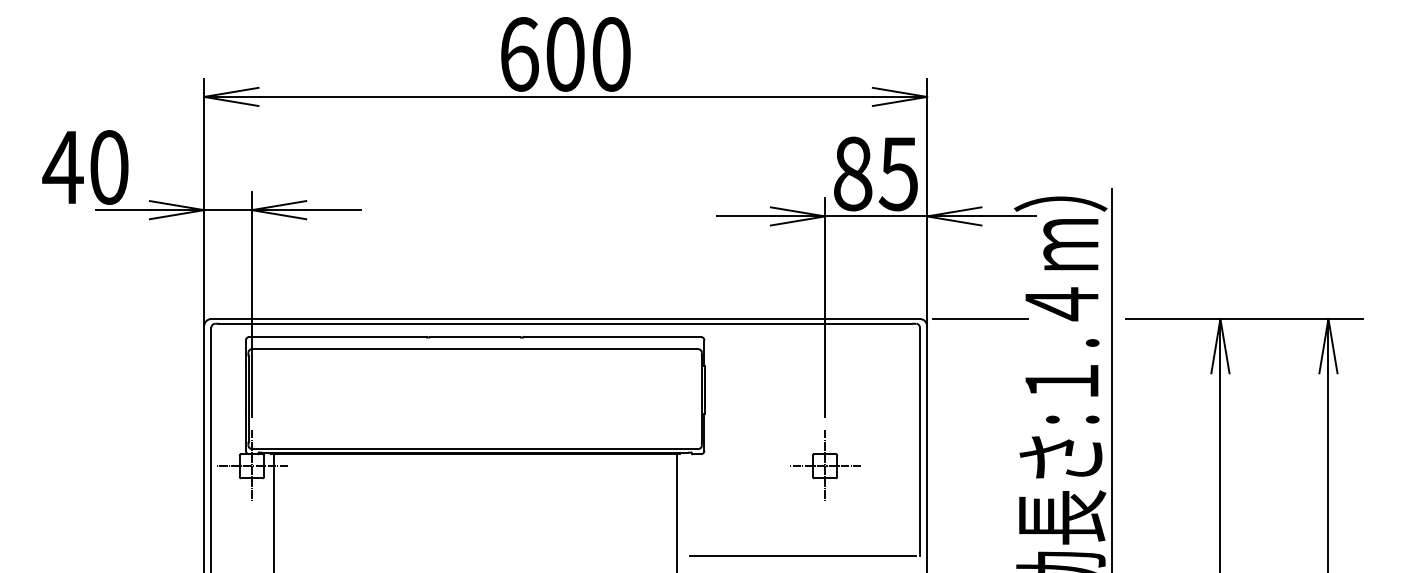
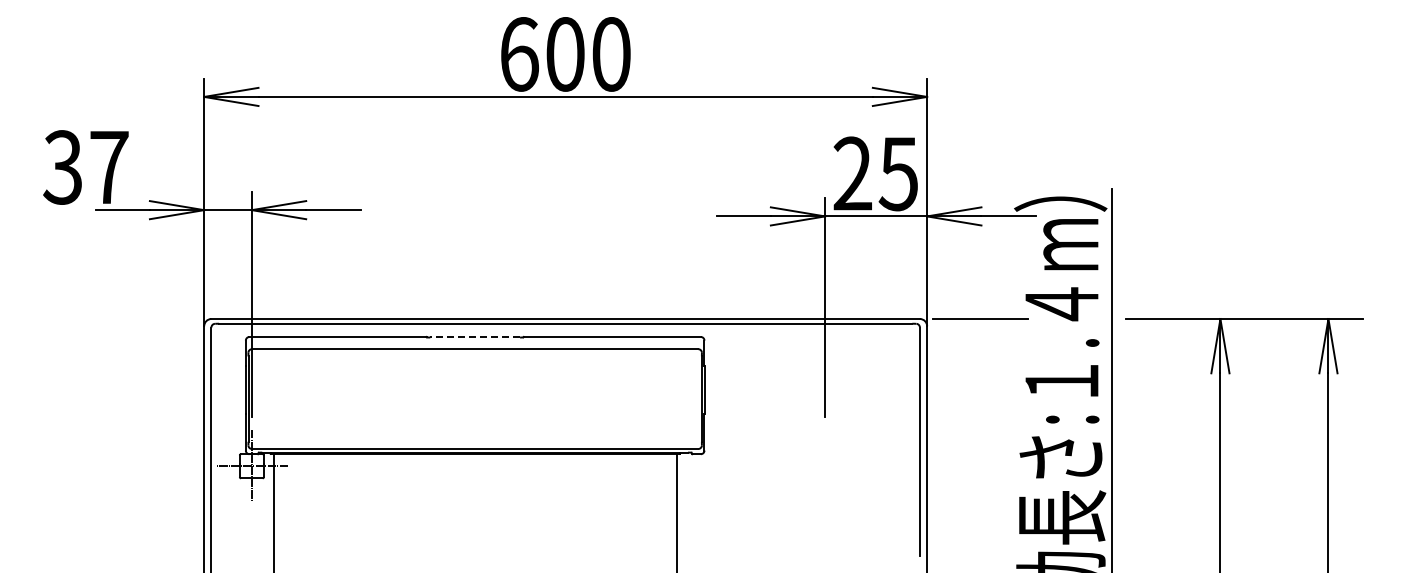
text at (85, 167): 40 -> 37
text at (852, 173): 85 -> 25
line at (475, 337): solid -> dashed
part at (825, 465): present -> none
line at (802, 556): present -> none
